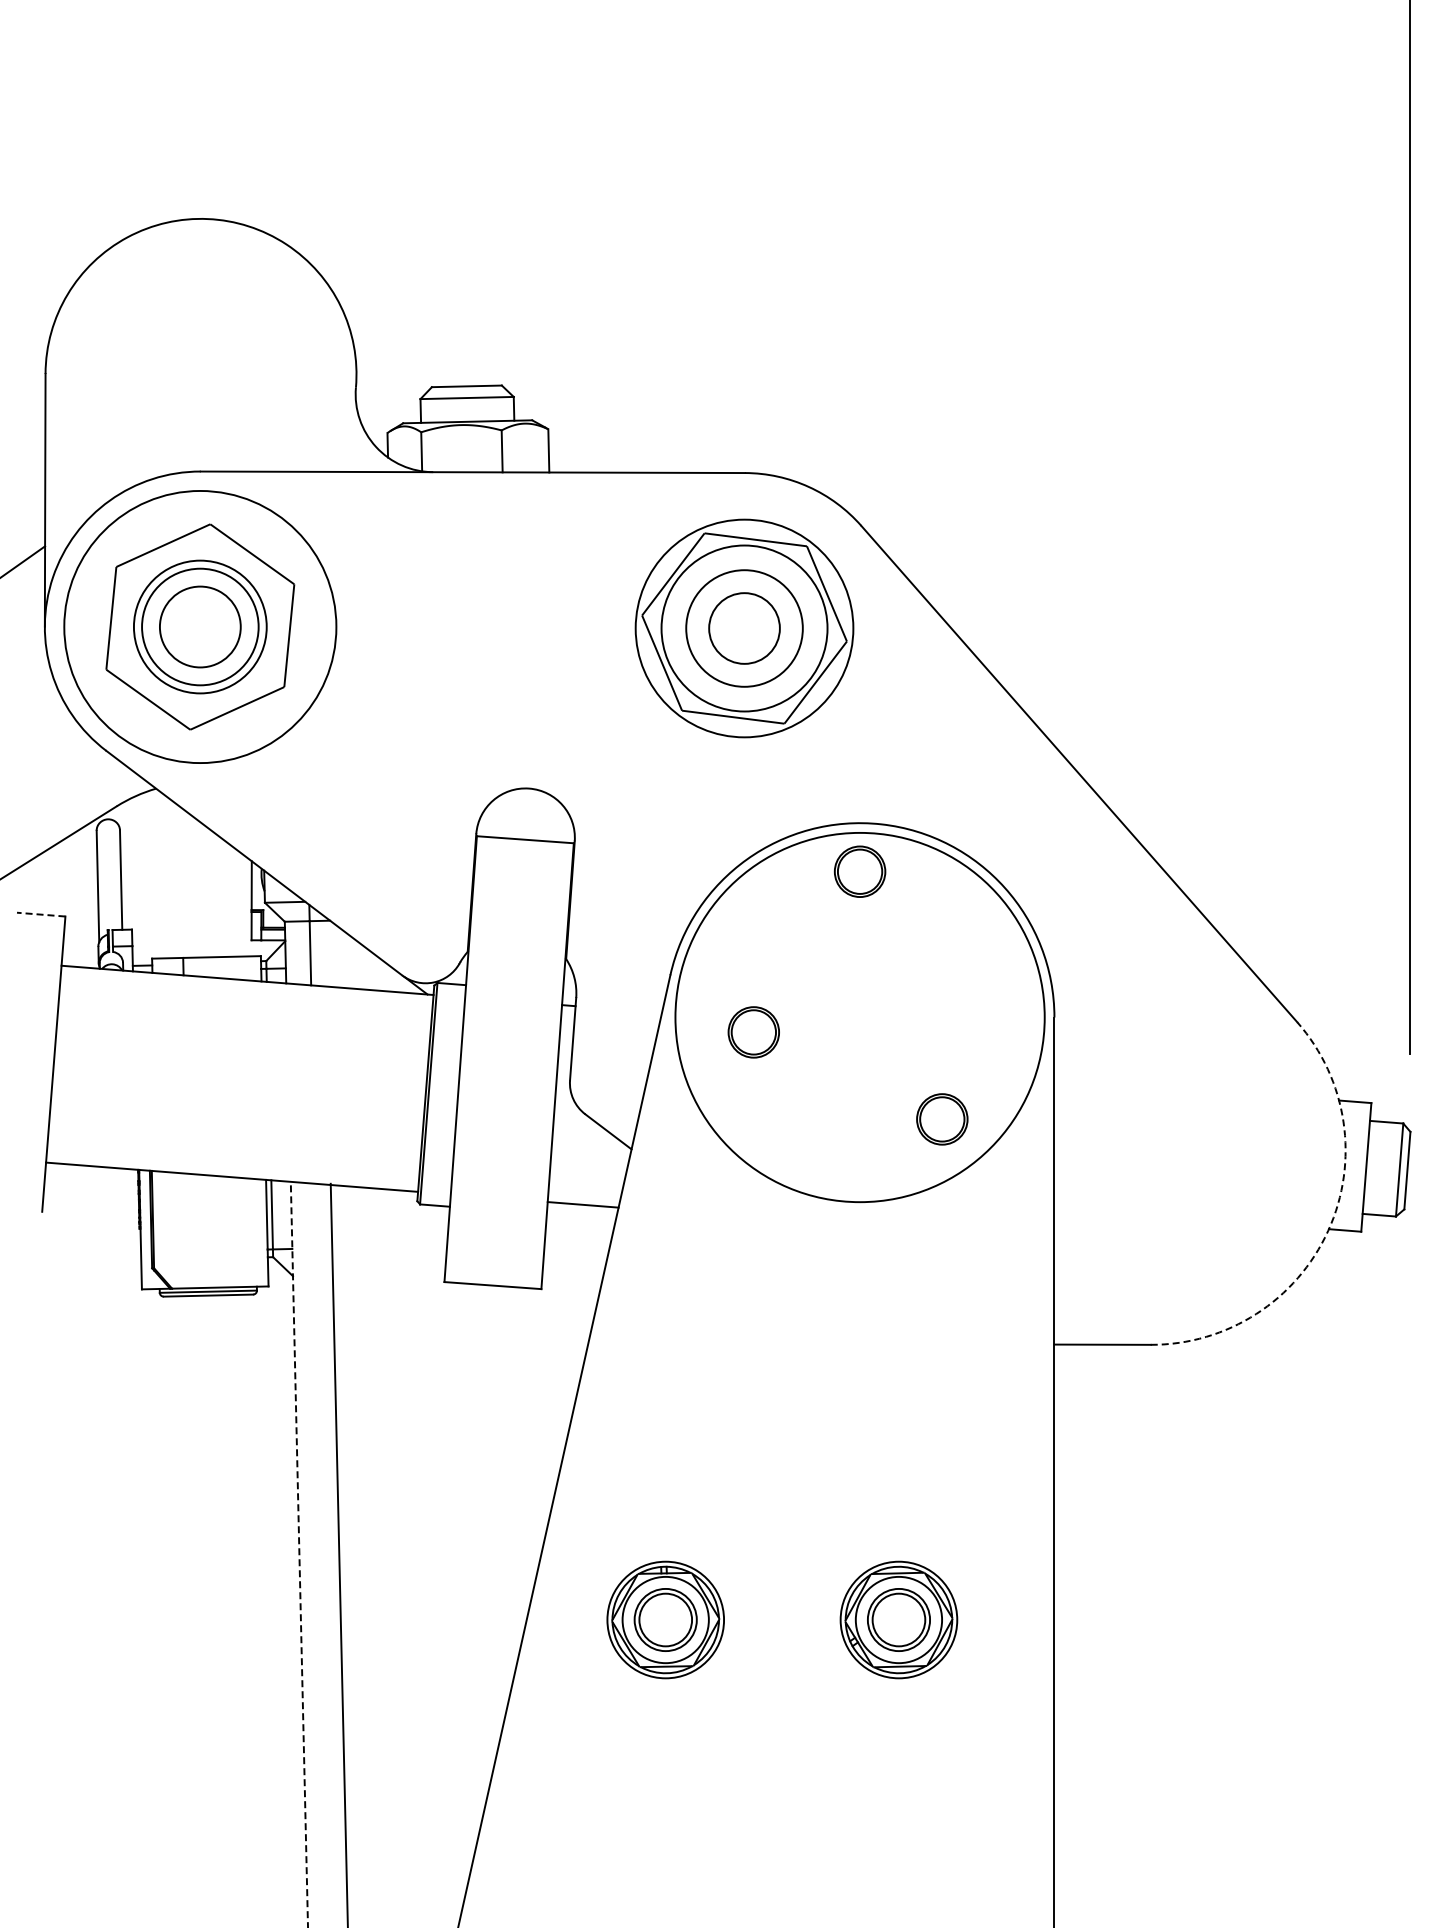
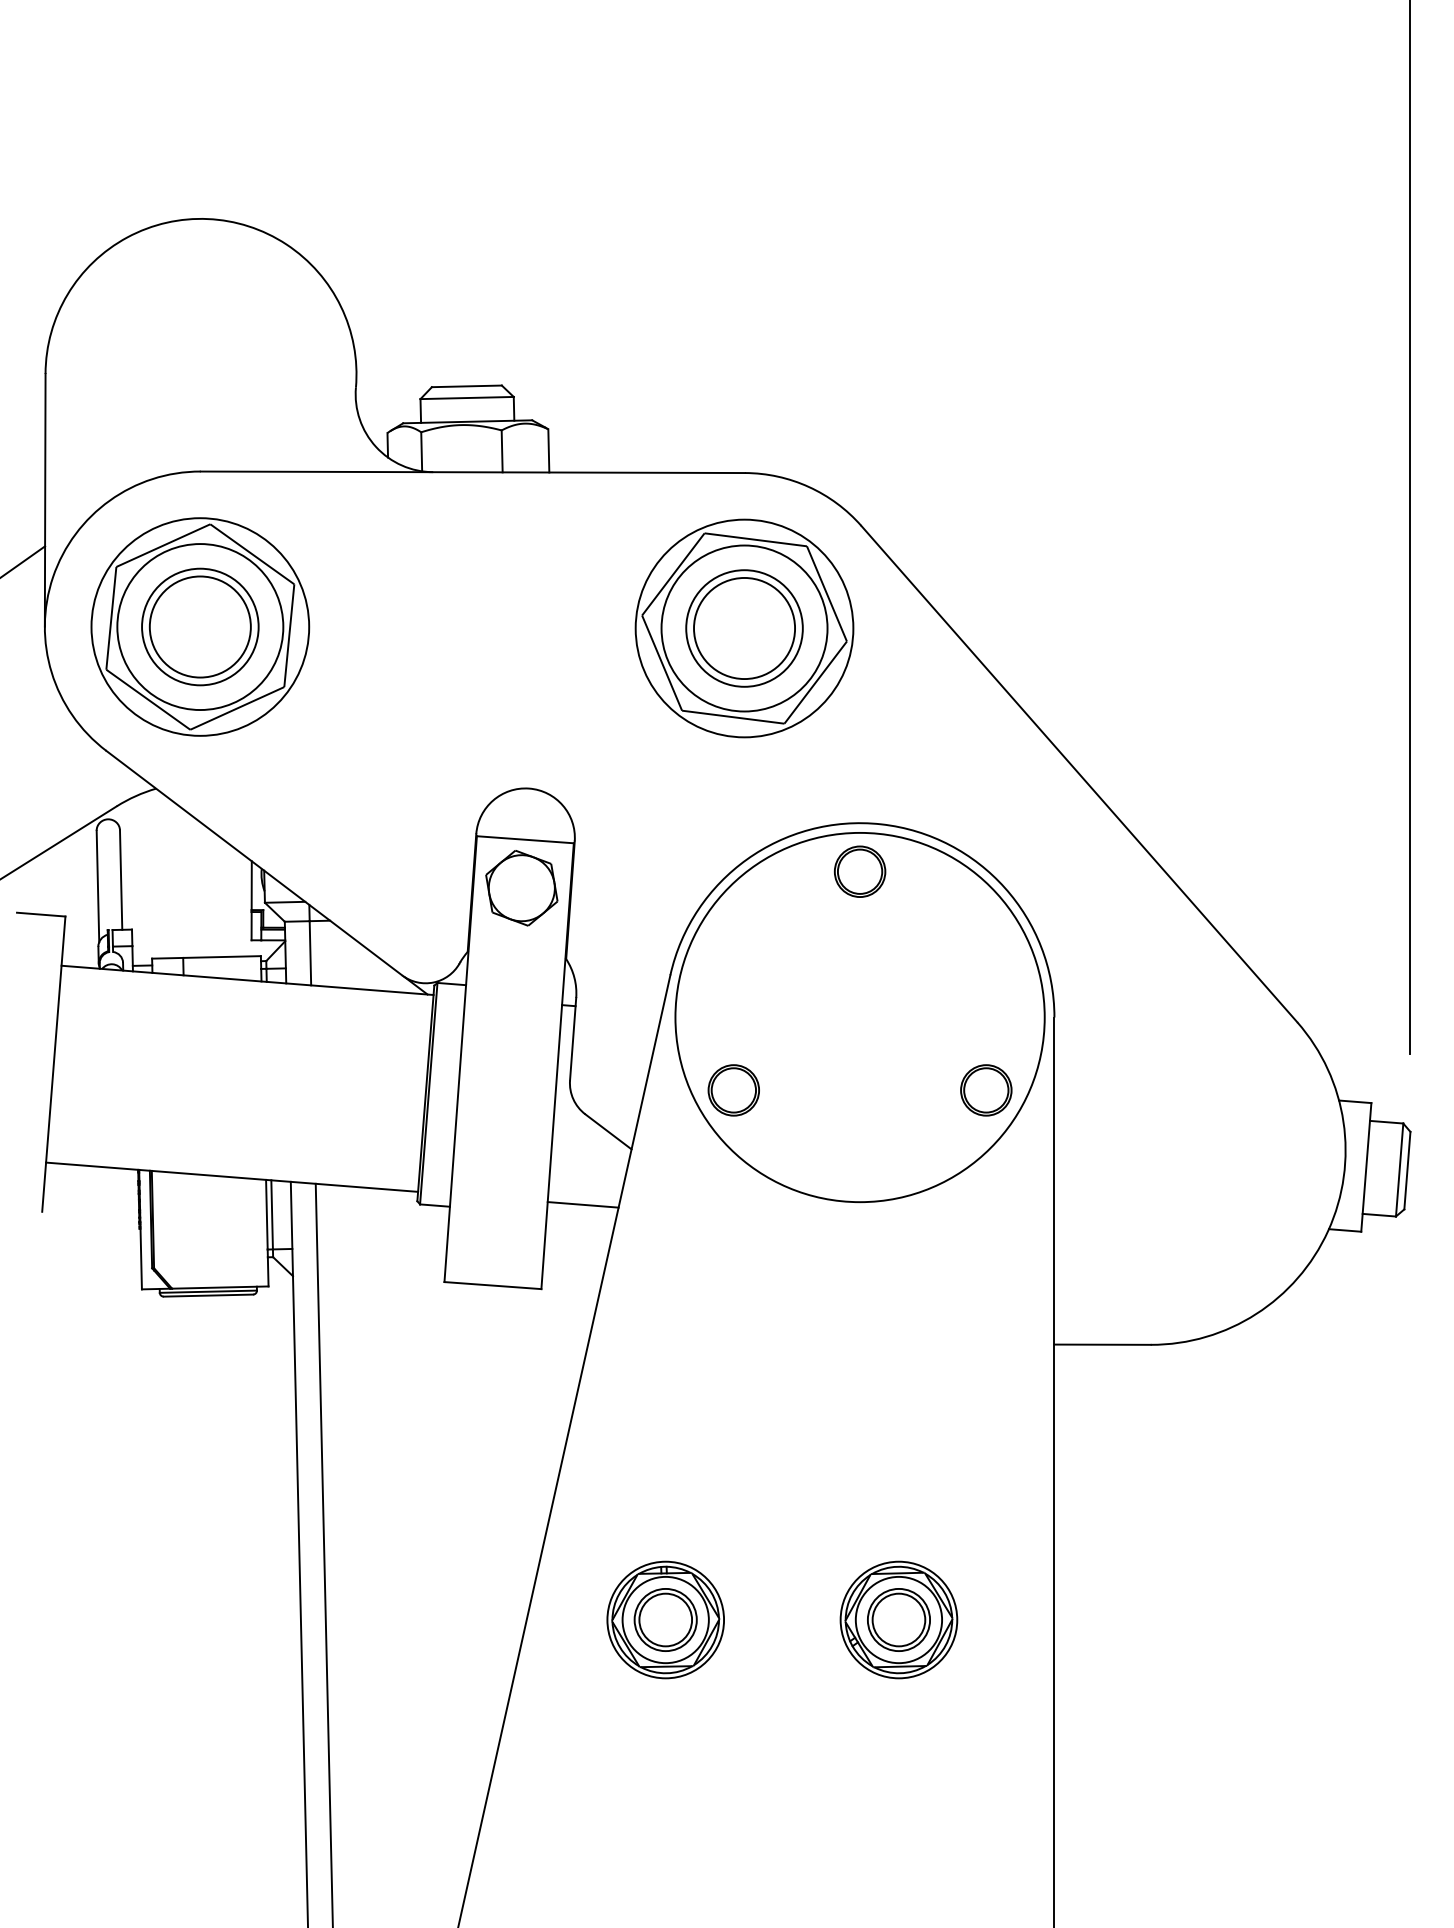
circle at (199, 626) diameter: 133 px -> 166 px
circle at (199, 626) diameter: 81 px -> 101 px
circle at (200, 626) diameter: 272 px -> 218 px
circle at (744, 628) diameter: 71 px -> 101 px
part at (521, 888): none -> present
line at (40, 914): dashed -> solid
part at (753, 1032) position: (753, 1032) -> (733, 1090)
part at (942, 1119) position: (942, 1119) -> (986, 1090)
arc at (1328, 1230): dashed -> solid
line at (338, 1553) position: (338, 1553) -> (323, 1553)
line at (299, 1554): dashed -> solid
